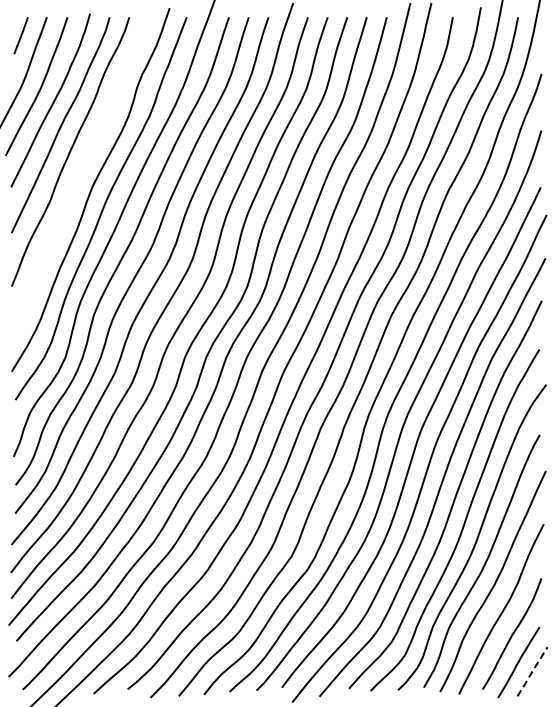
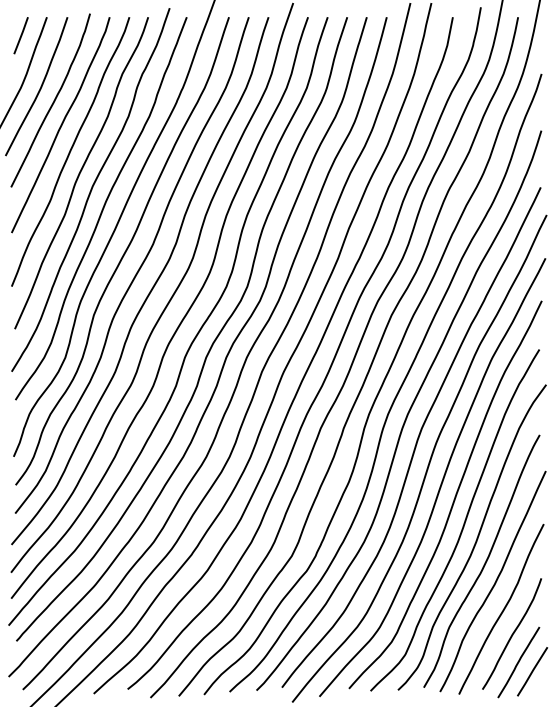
curve at (81, 172): none -> present
line at (532, 671): dashed -> solid
